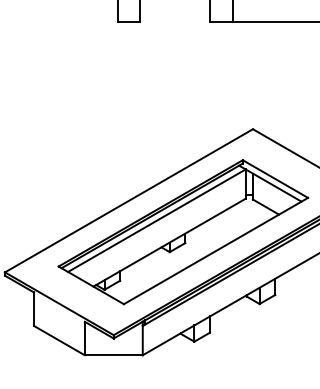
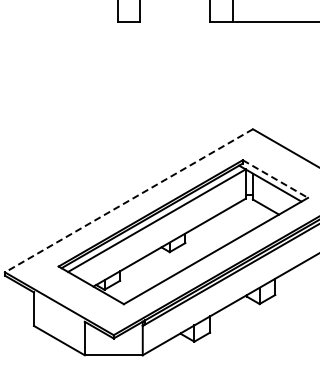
line at (275, 179): solid -> dashed
line at (128, 201): solid -> dashed
